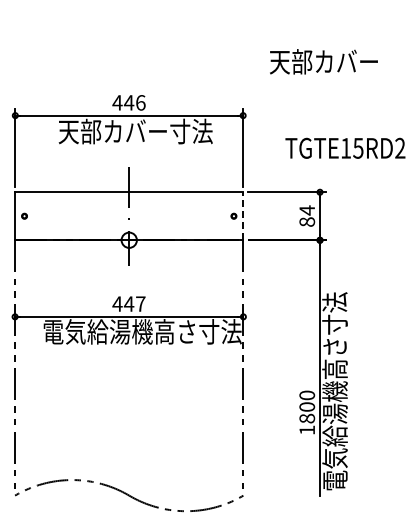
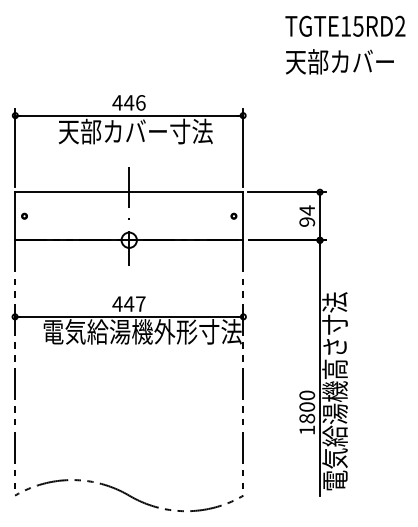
text at (323, 61) position: (323, 61) -> (339, 61)
text at (345, 147) position: (345, 147) -> (345, 25)
line at (243, 215): dashed -> solid
text at (307, 221): 84 -> 94
text at (175, 331): 電気給湯機高さ寸法 -> 電気給湯機外形寸法
